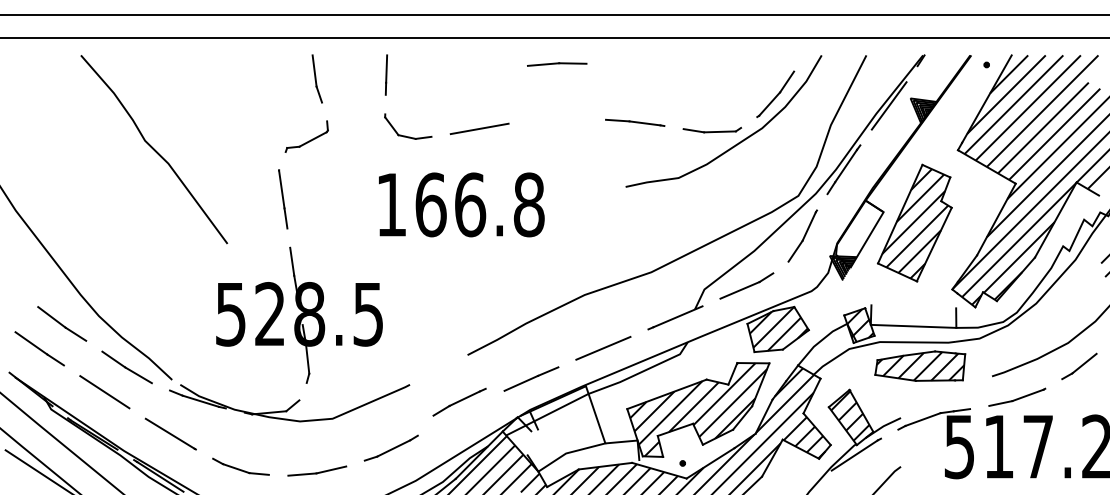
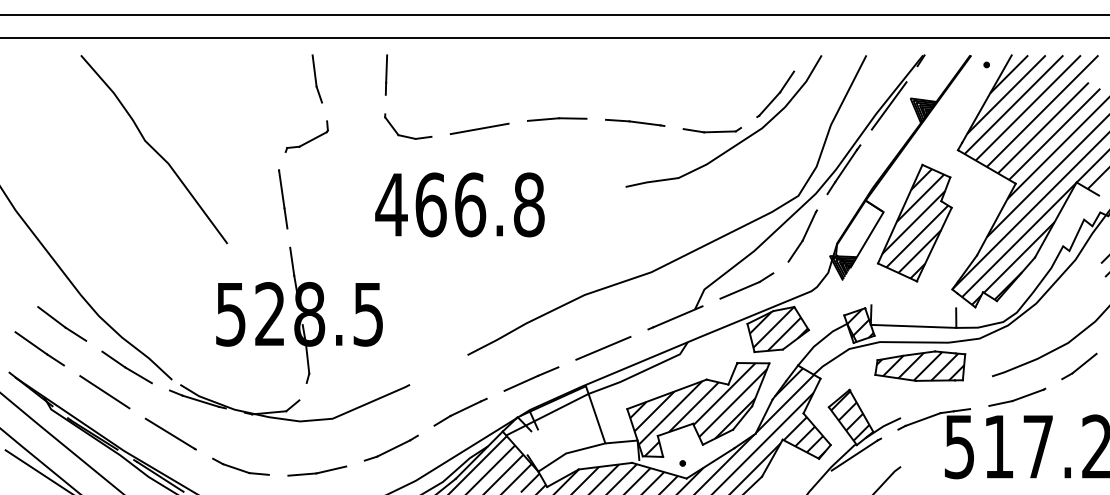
line at (557, 64) position: (557, 64) -> (557, 119)
text at (391, 204): 166.8 -> 466.8
part at (459, 401) position: (459, 401) -> (460, 411)
